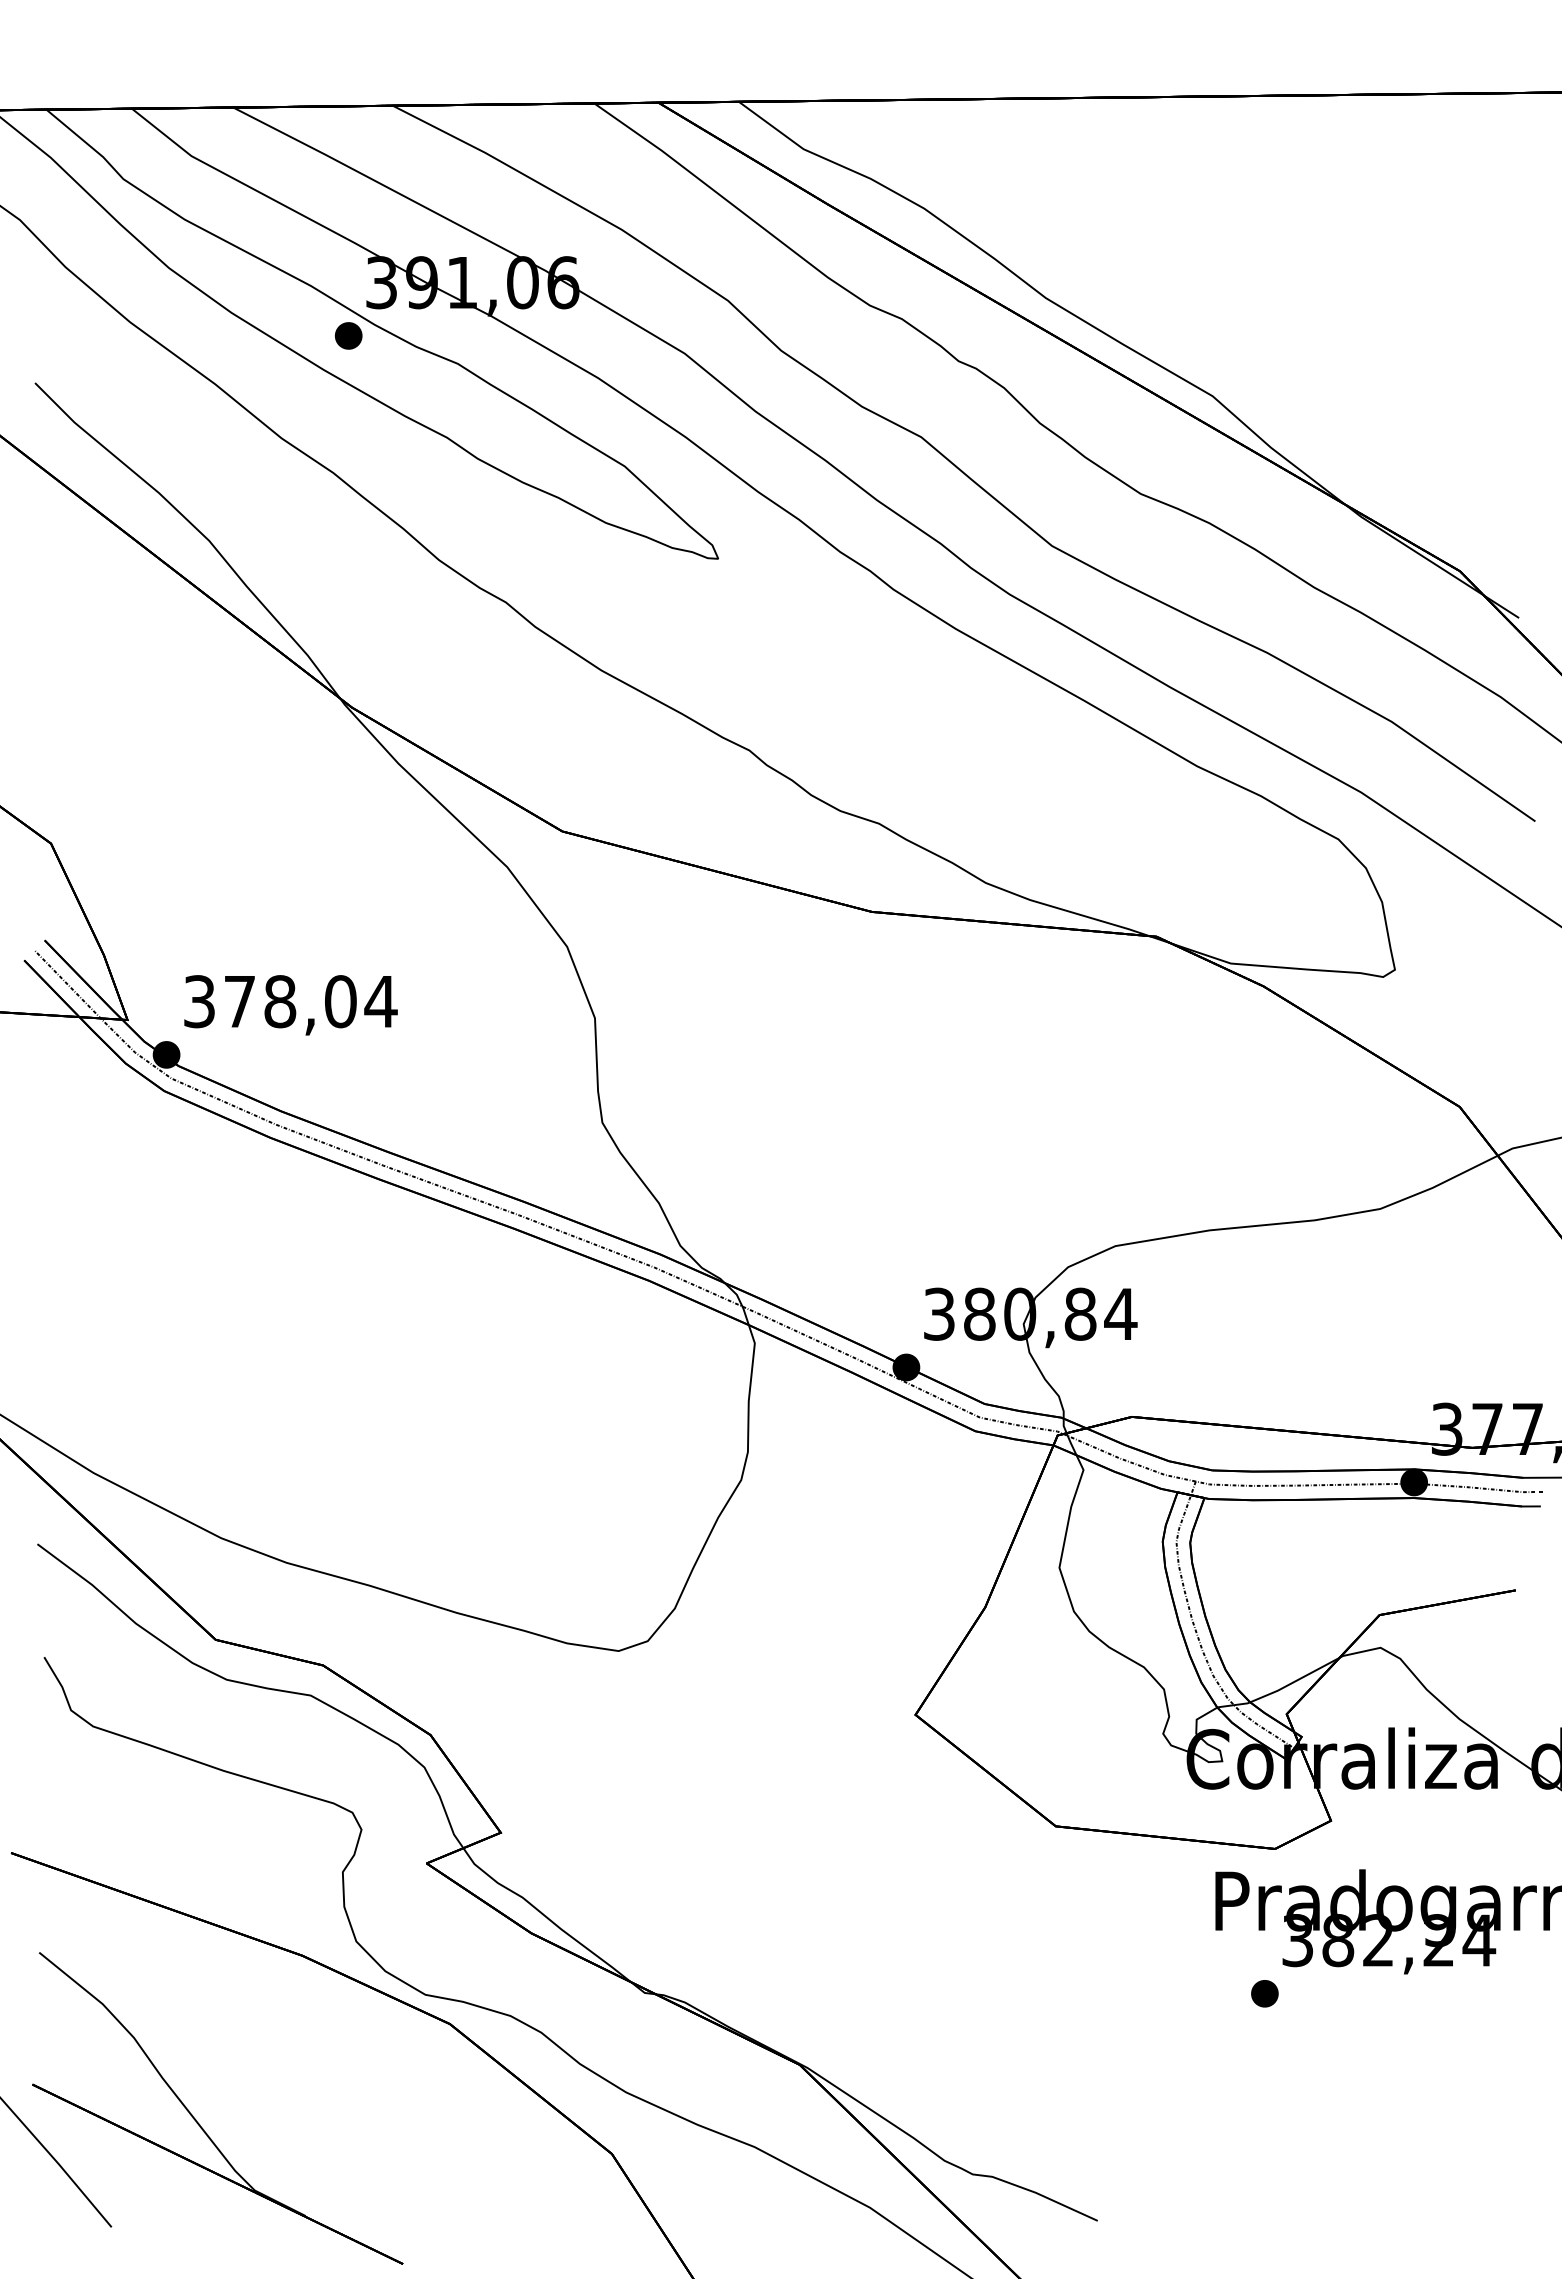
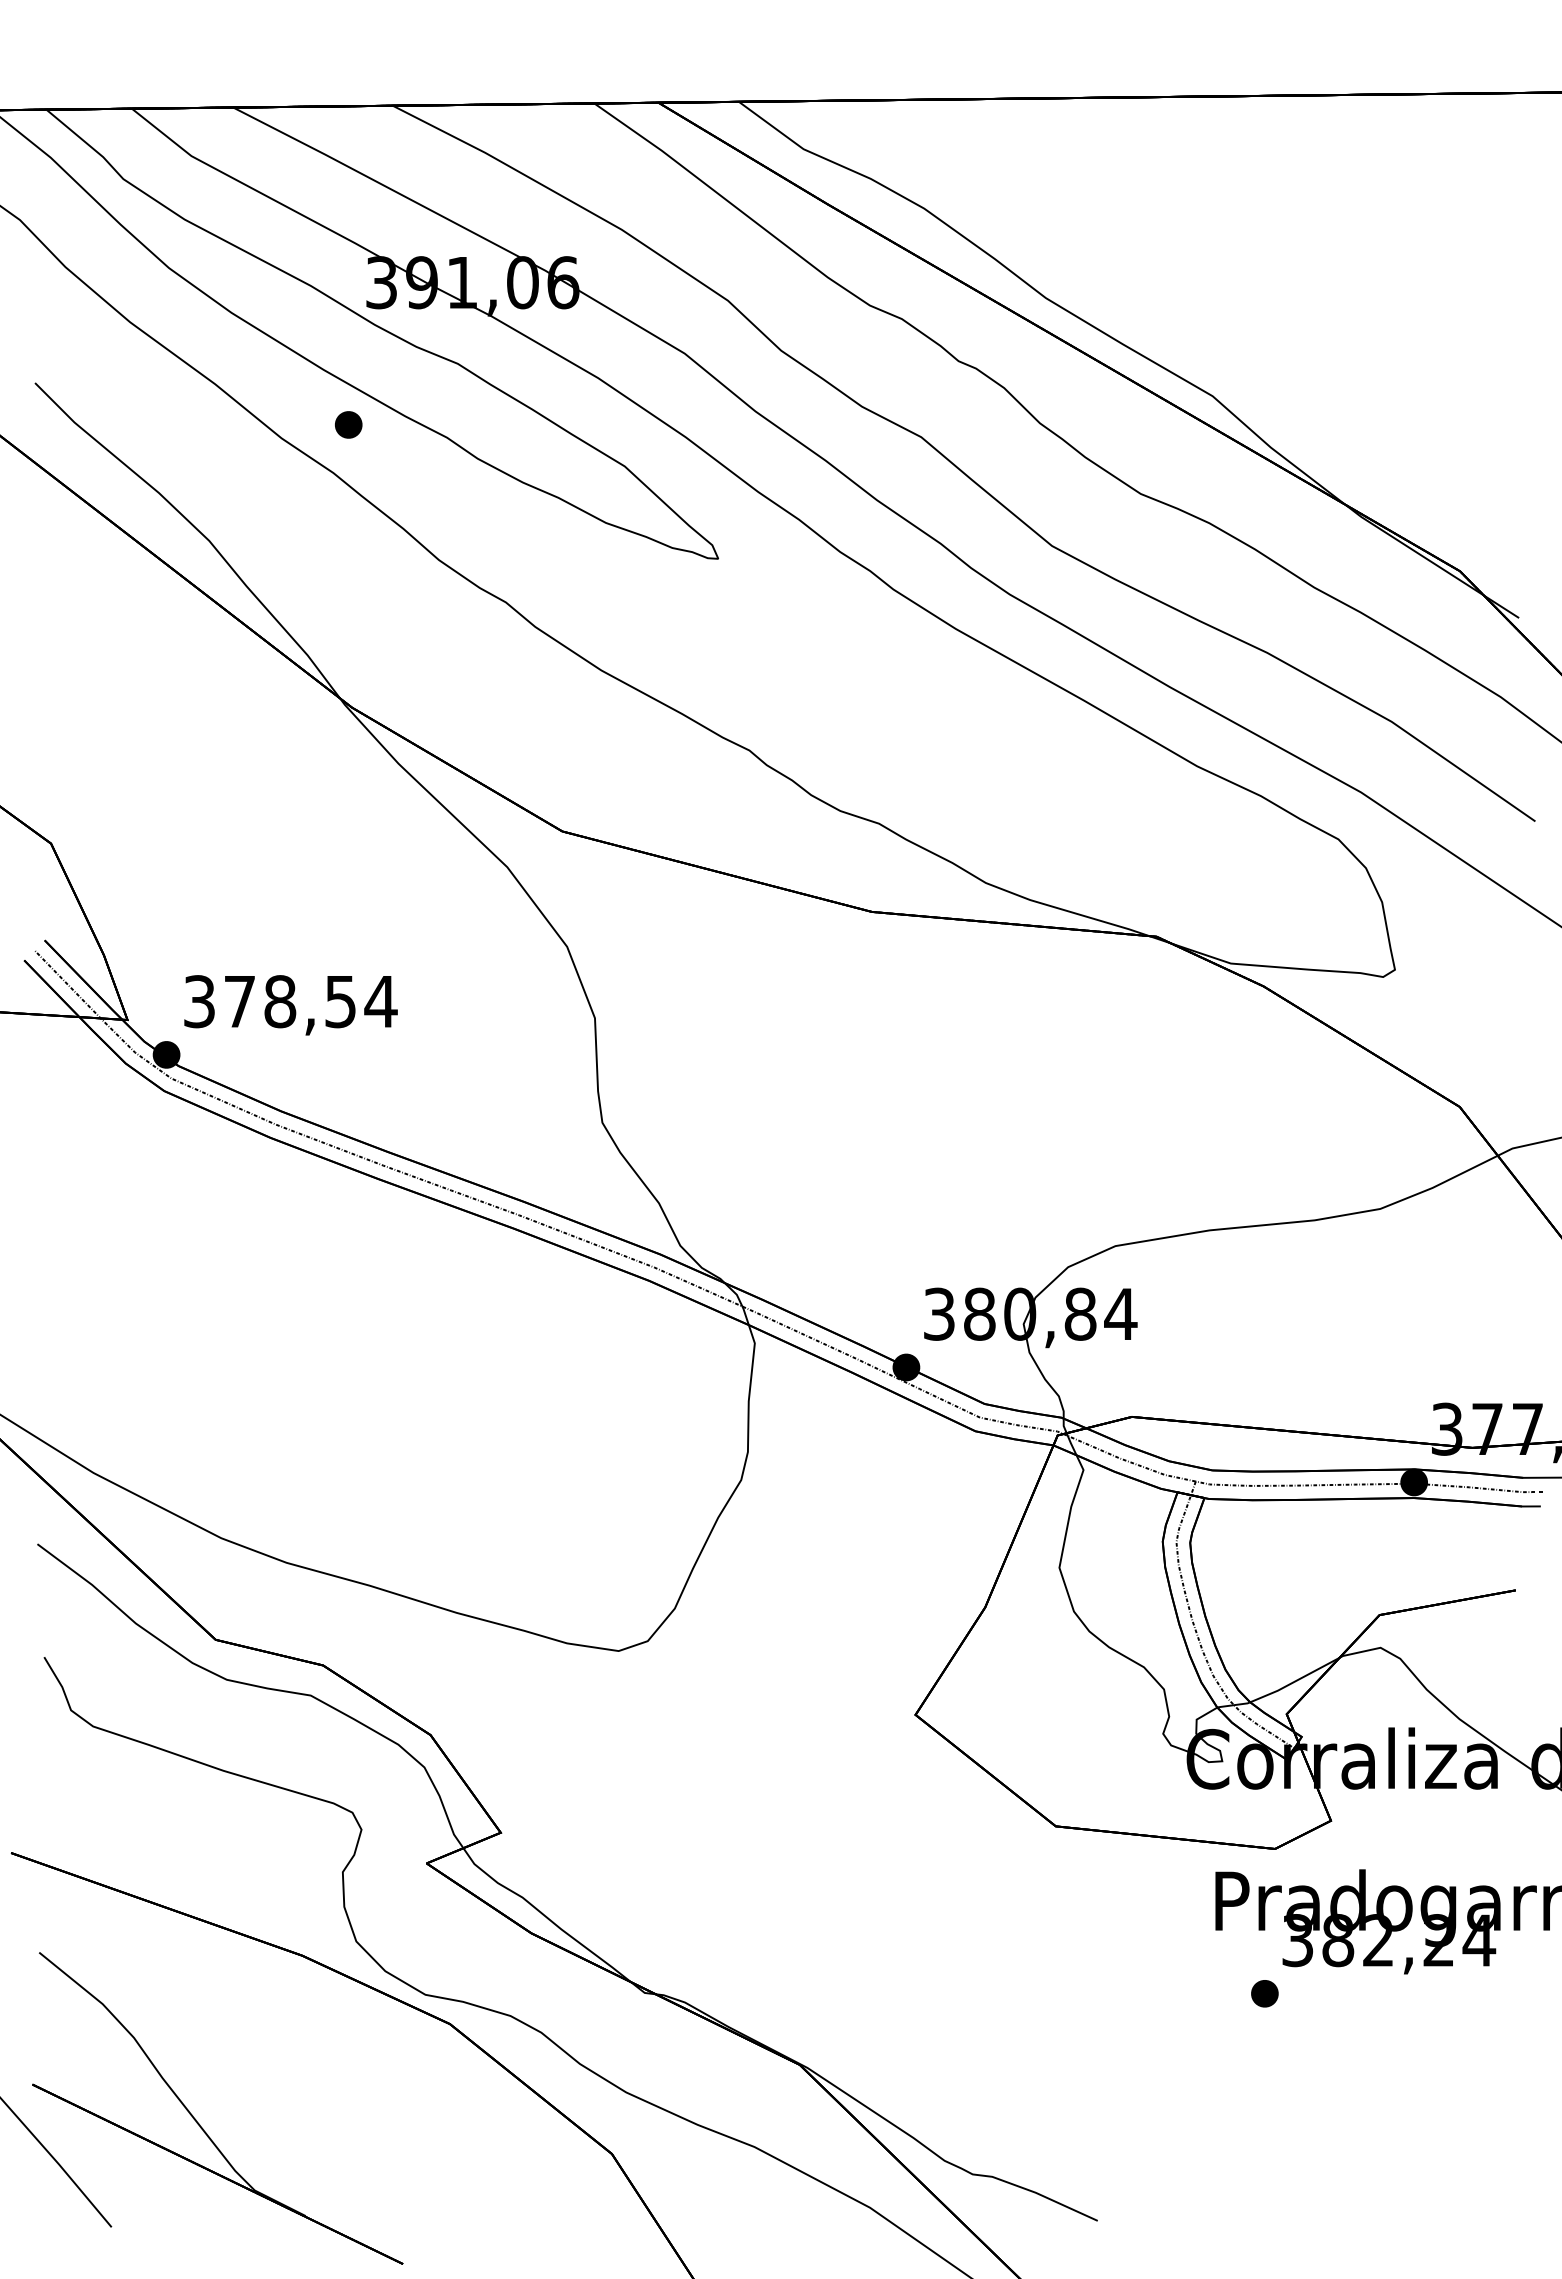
part at (348, 335) position: (348, 335) -> (348, 424)
text at (340, 1001): 378,04 -> 378,54
